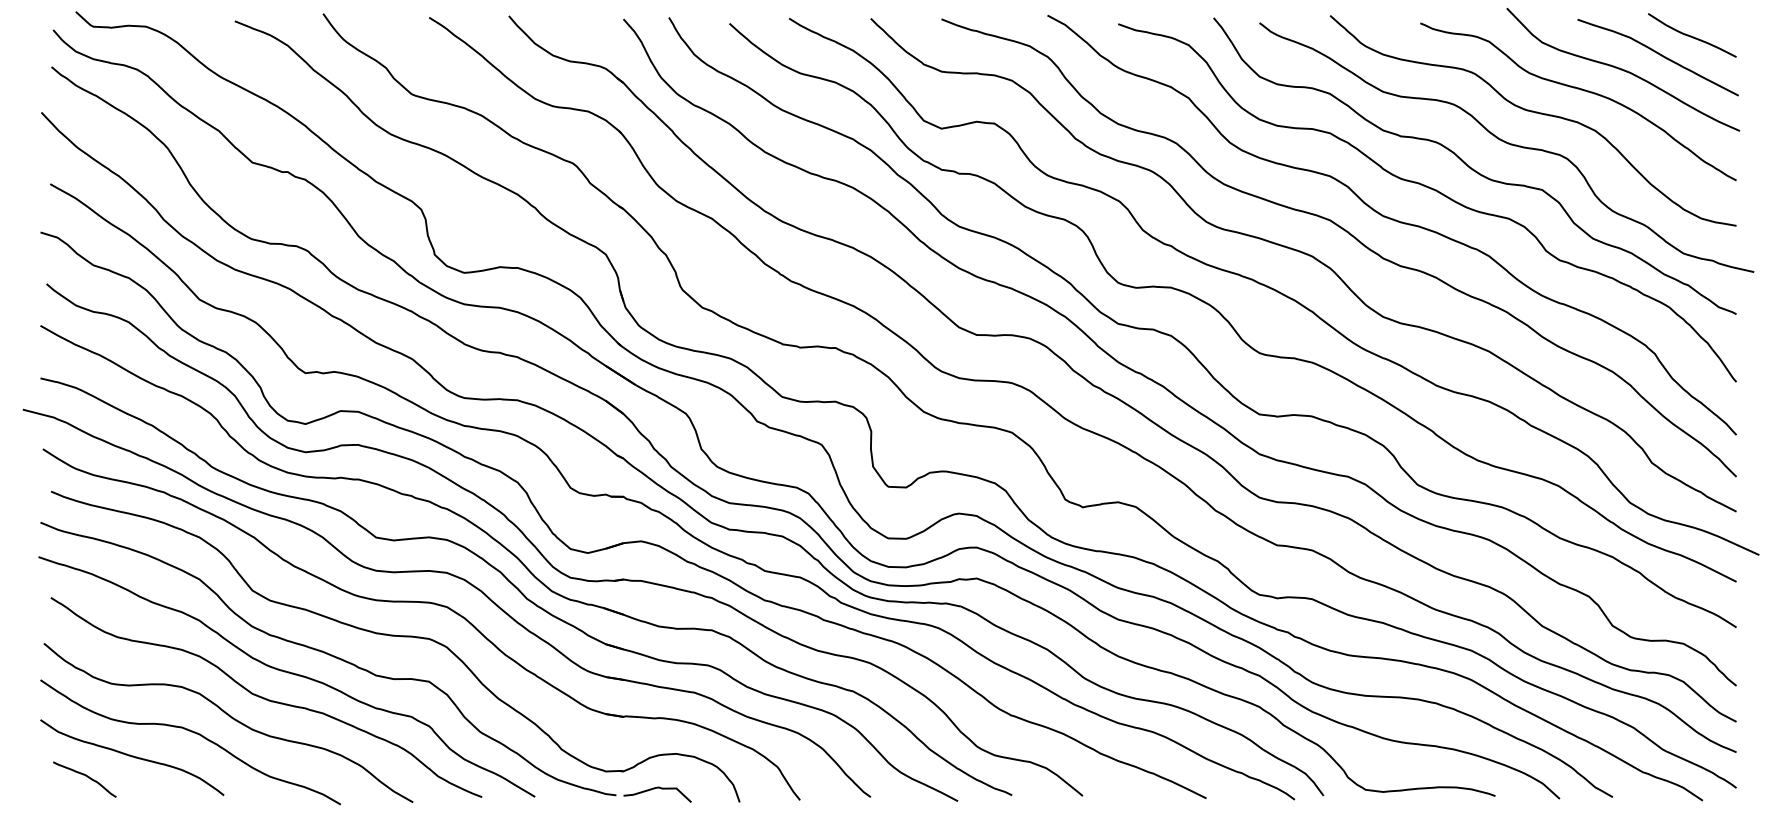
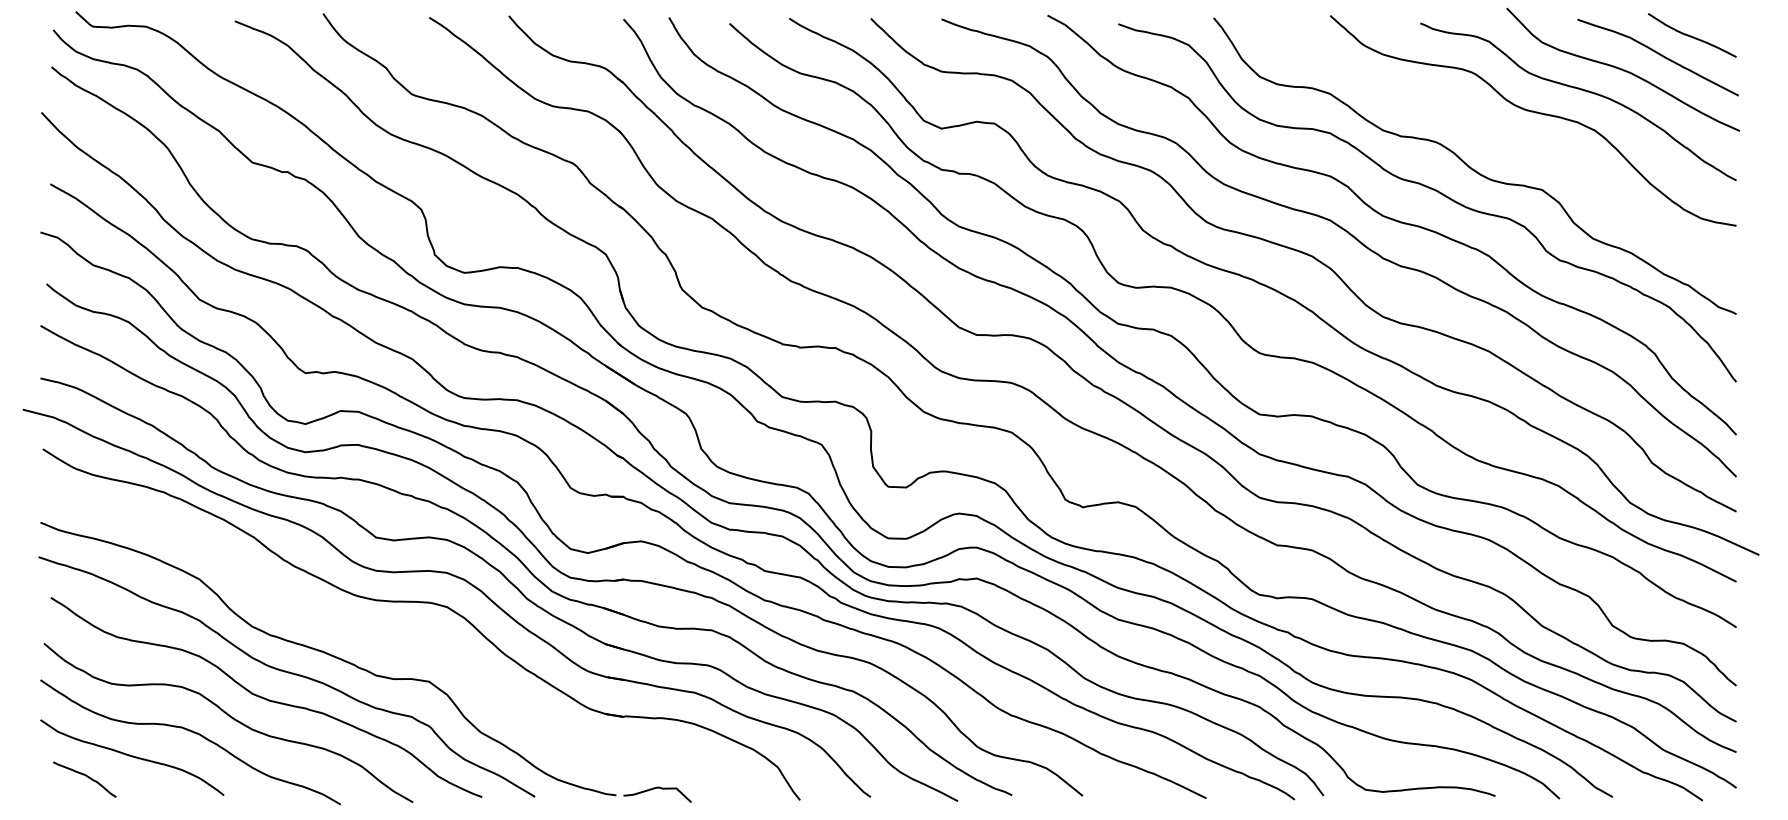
curve at (1508, 144): present -> none
part at (395, 636): present -> none
